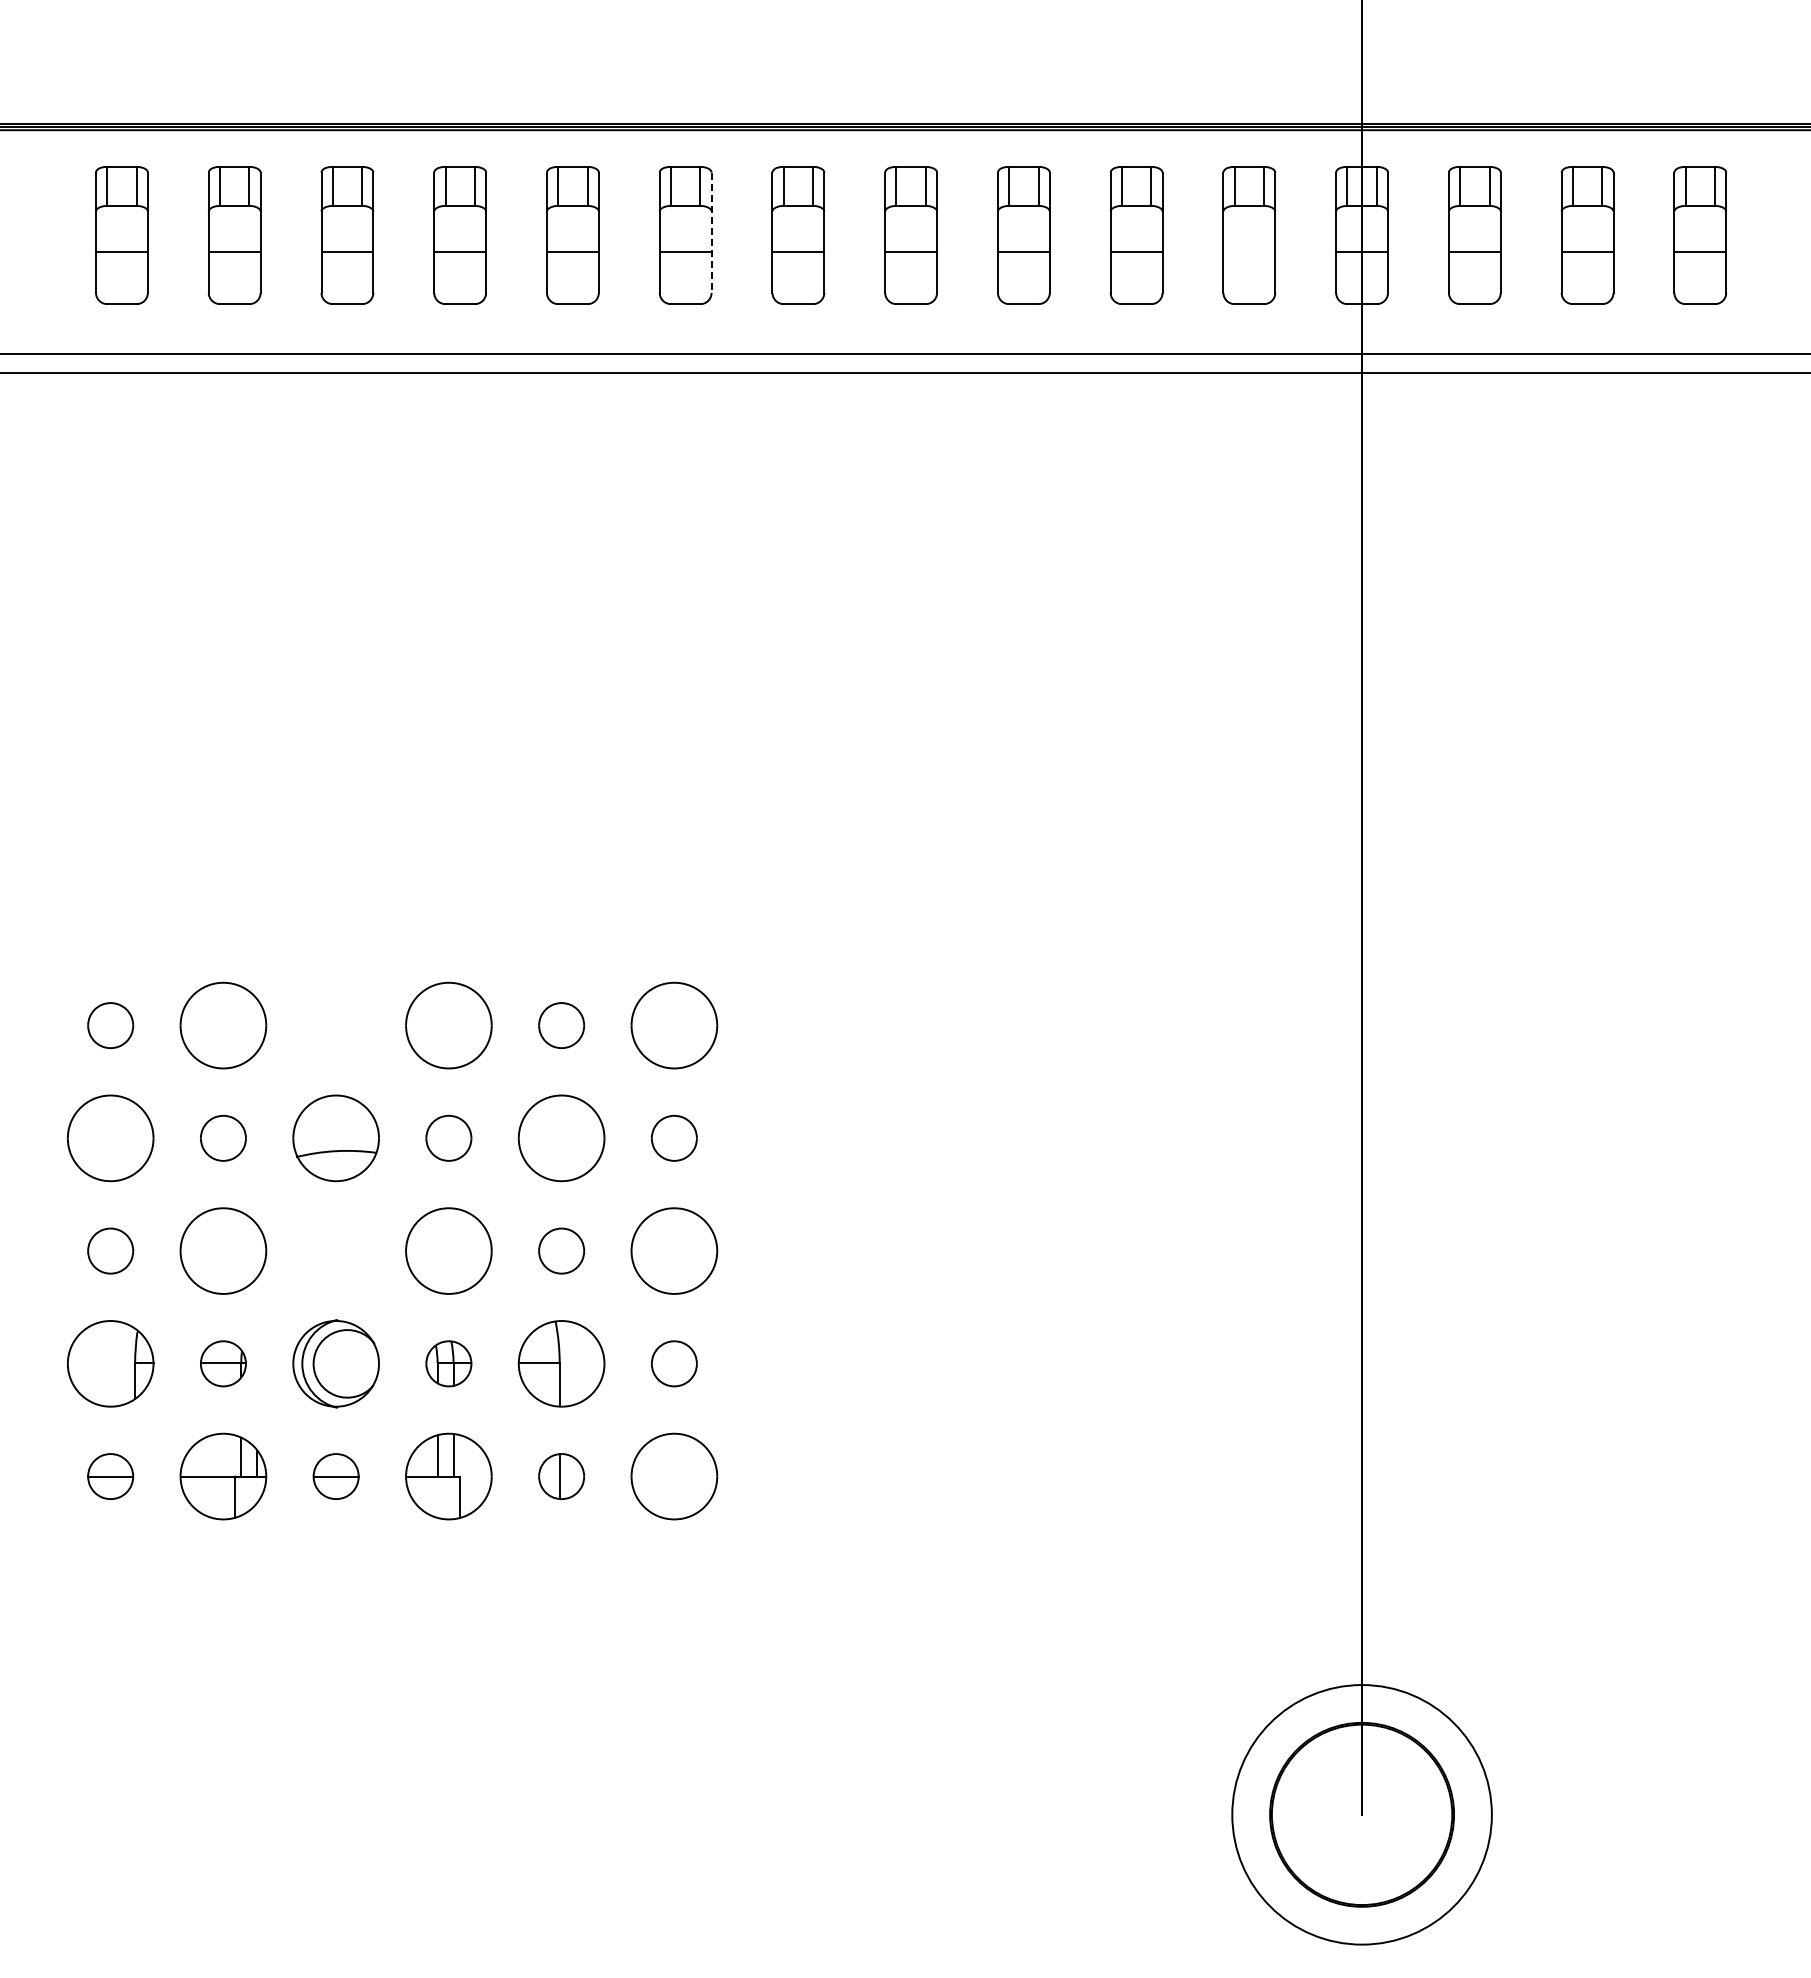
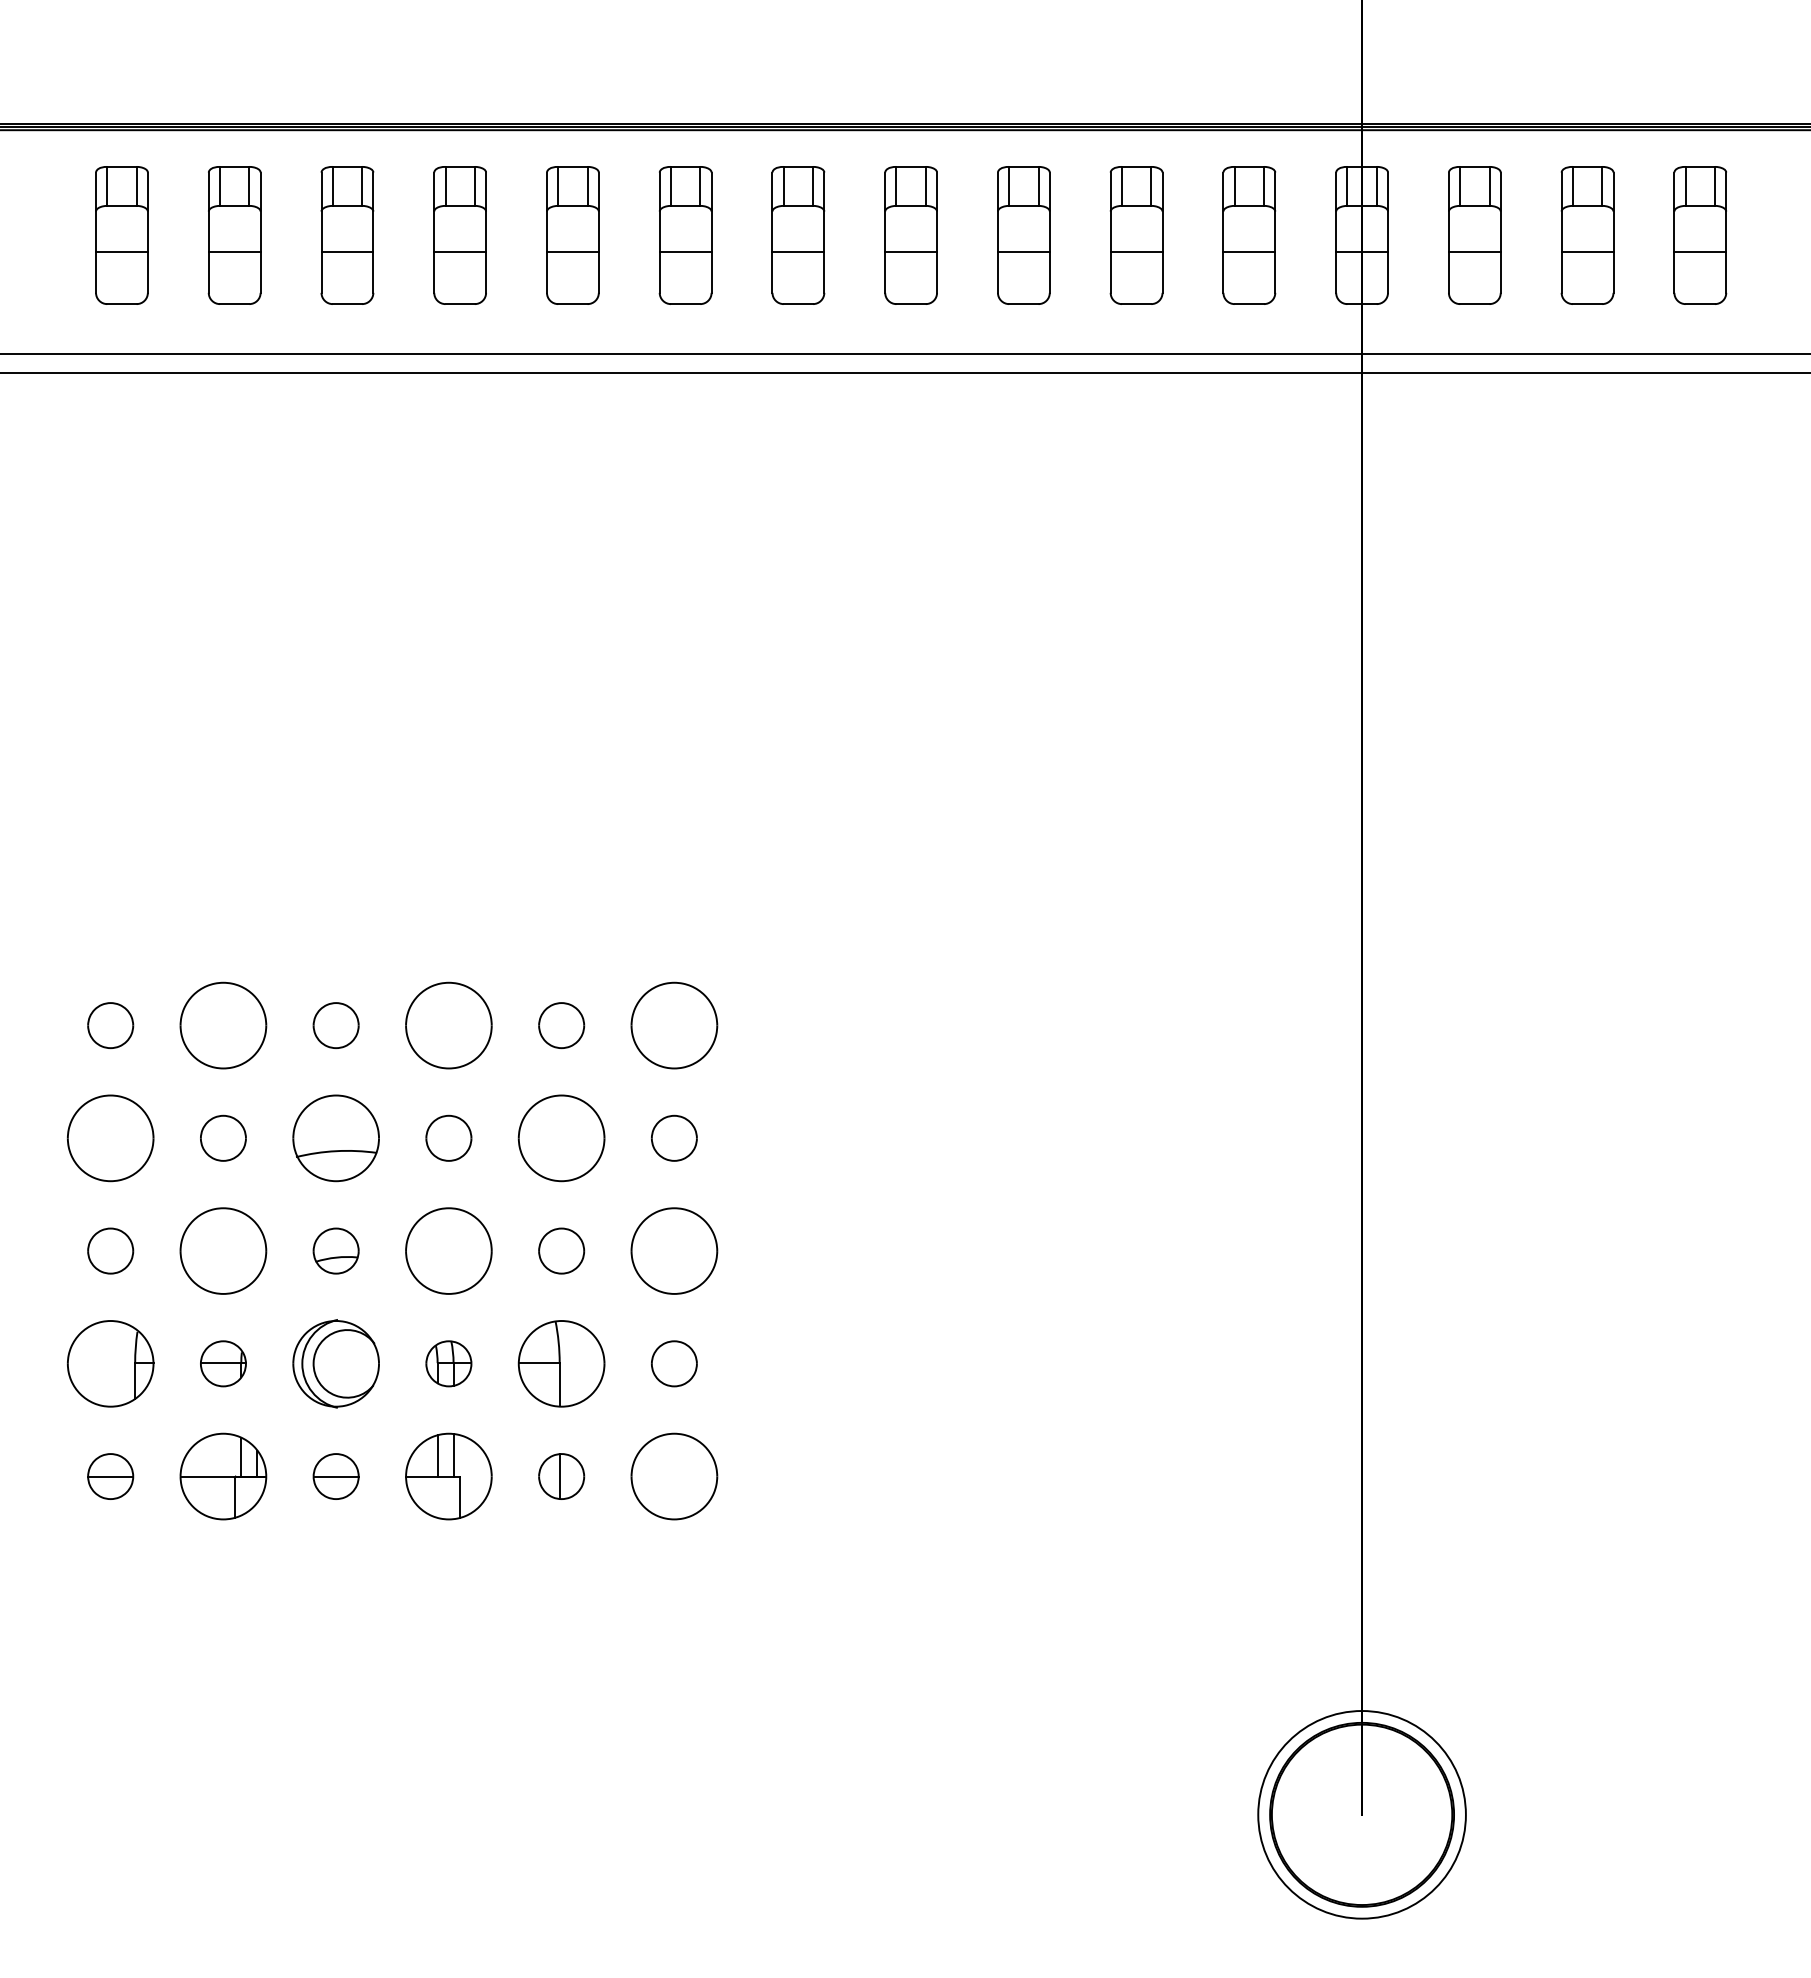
line at (711, 233): dashed -> solid
line at (1249, 252): none -> present
part at (335, 1025): none -> present
part at (335, 1250): none -> present
circle at (1361, 1814) diameter: 260 px -> 208 px
